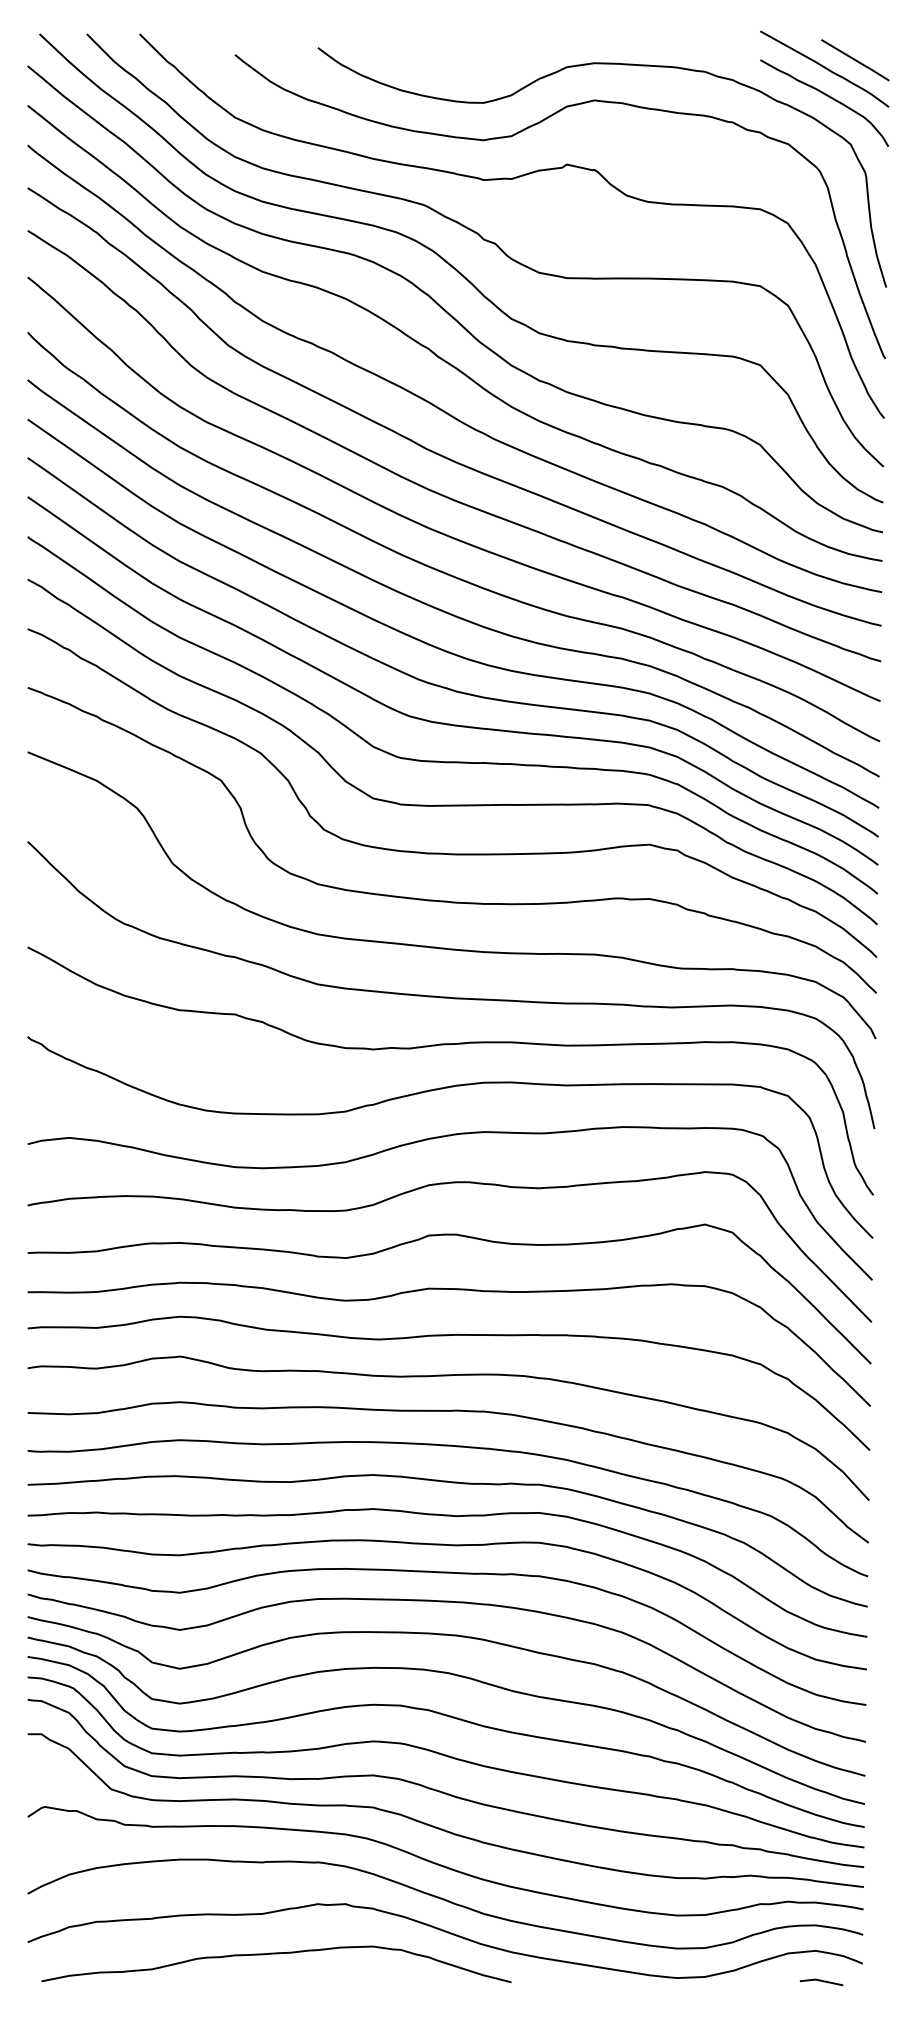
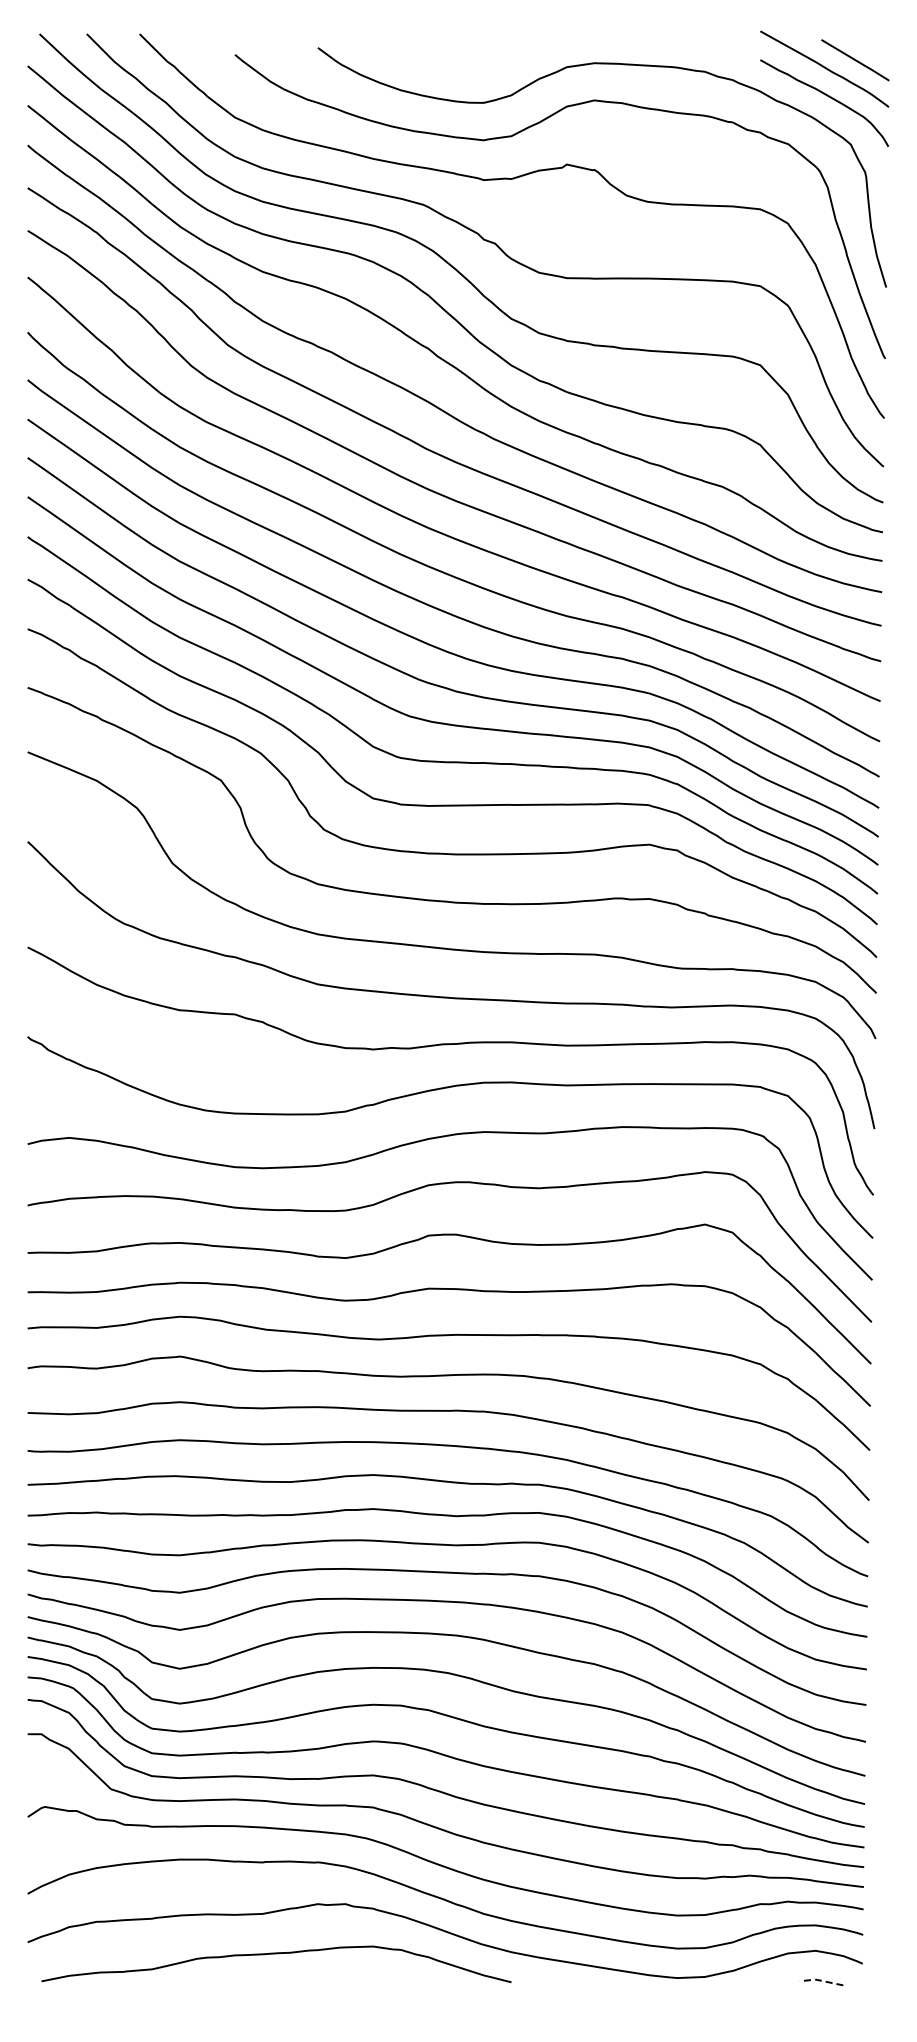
line at (821, 1980): solid -> dashed
